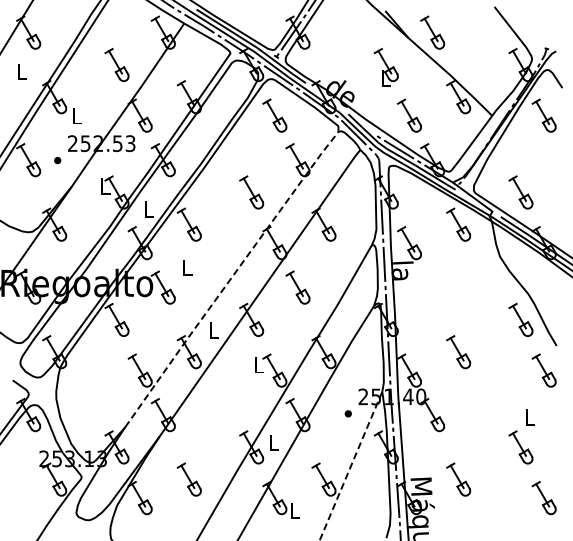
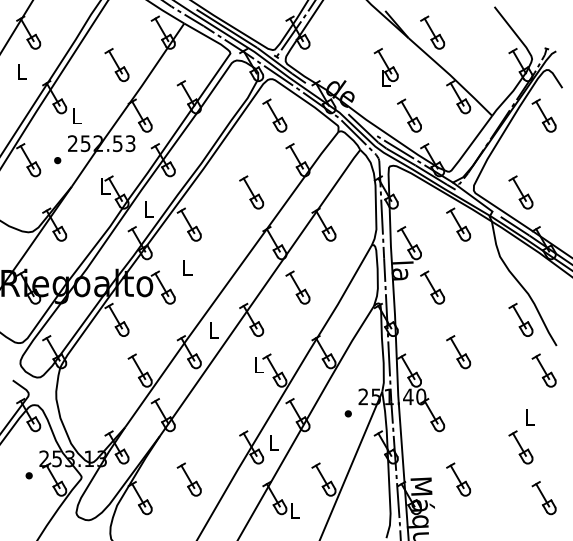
line at (230, 279): dashed -> solid
part at (432, 287): none -> present
line at (350, 466): dashed -> solid
part at (28, 475): none -> present
